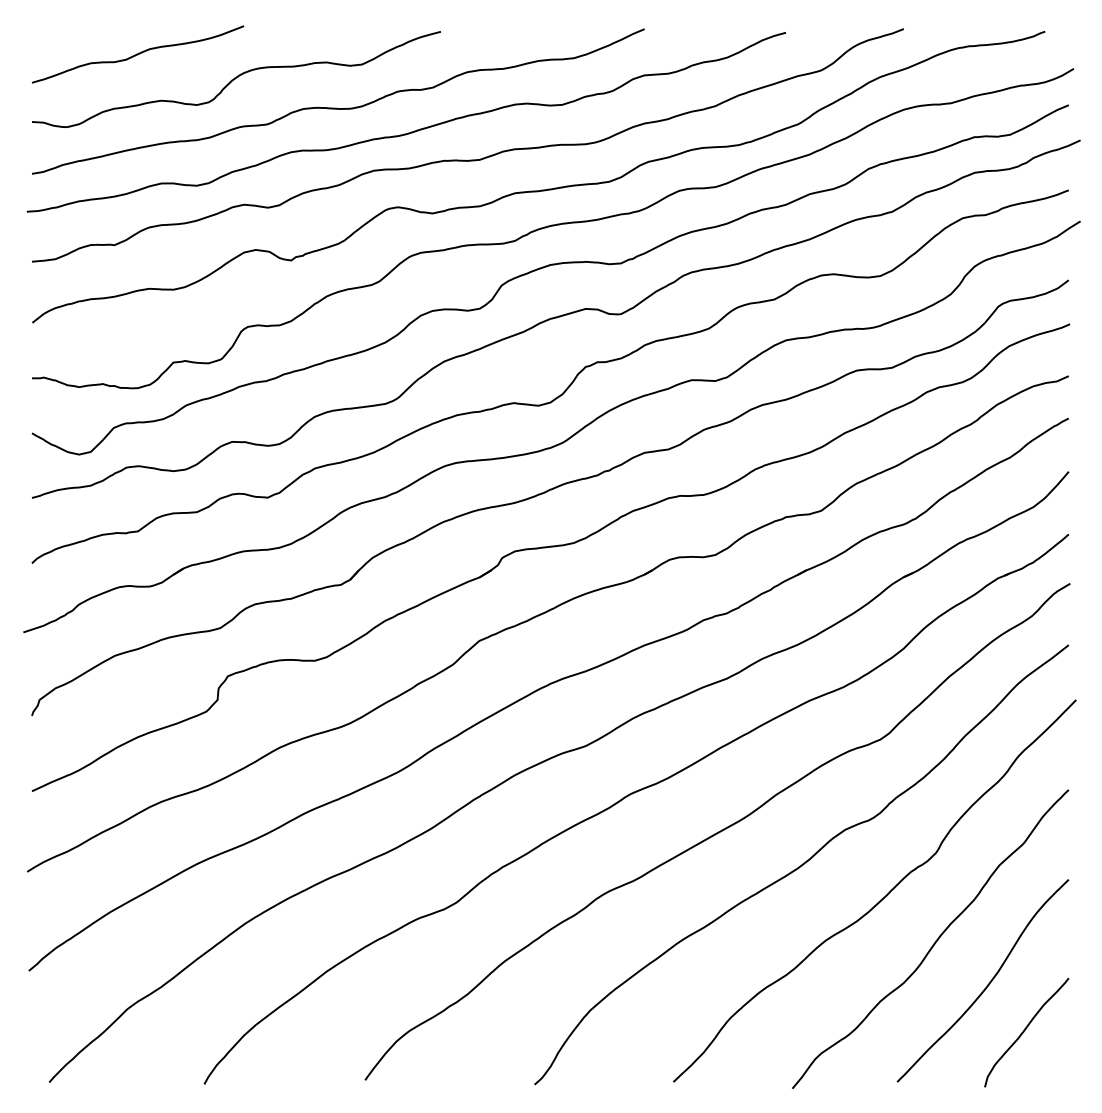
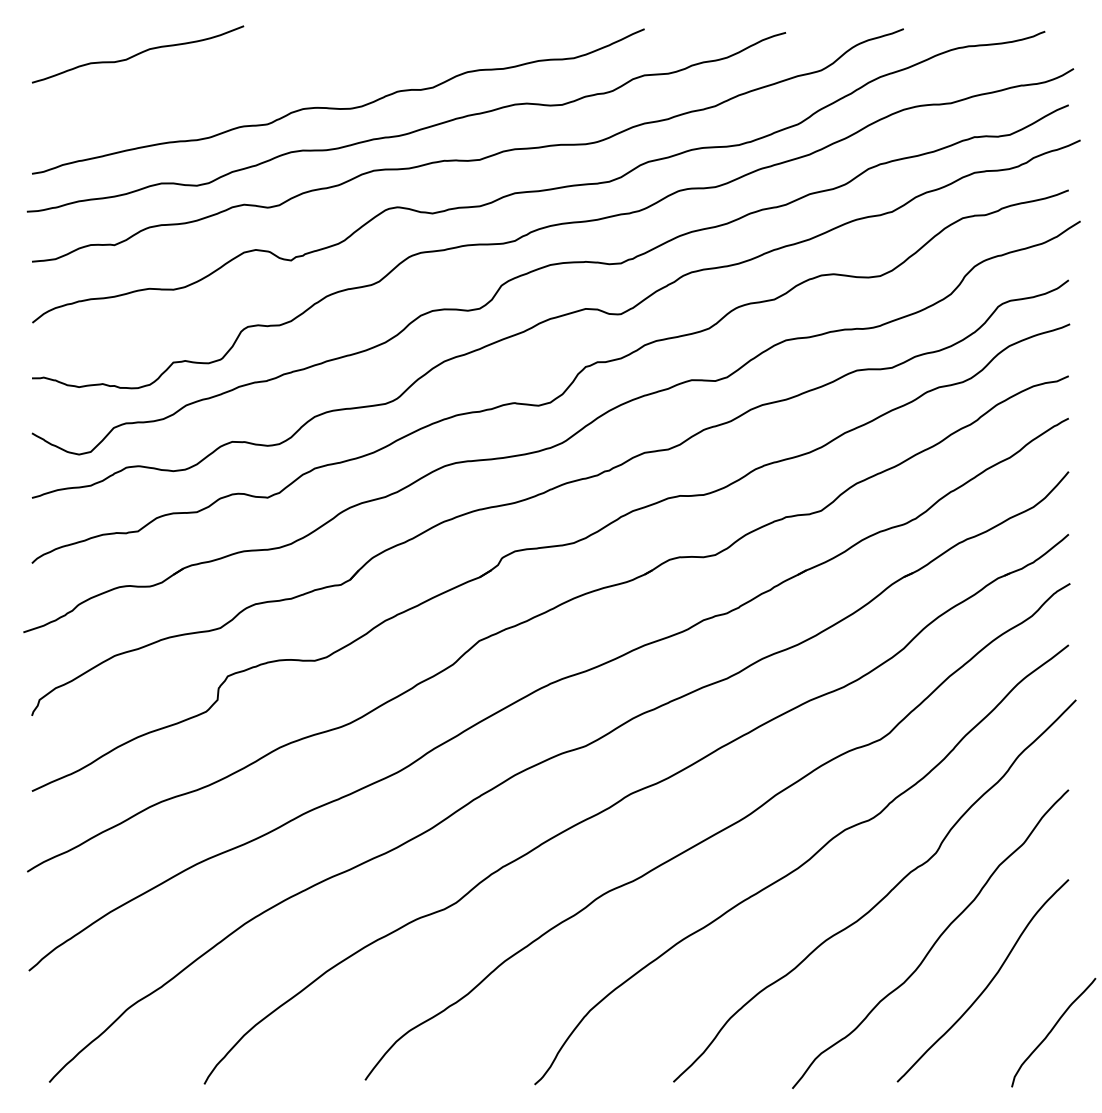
curve at (236, 78): present -> none
curve at (1024, 1032) position: (1024, 1032) -> (1051, 1032)
